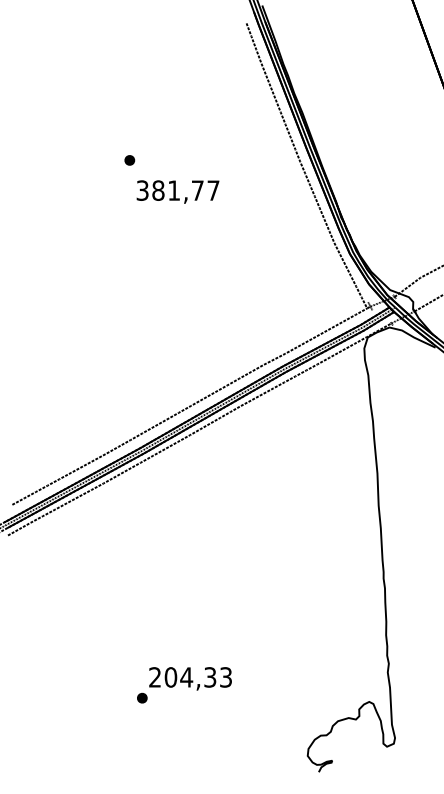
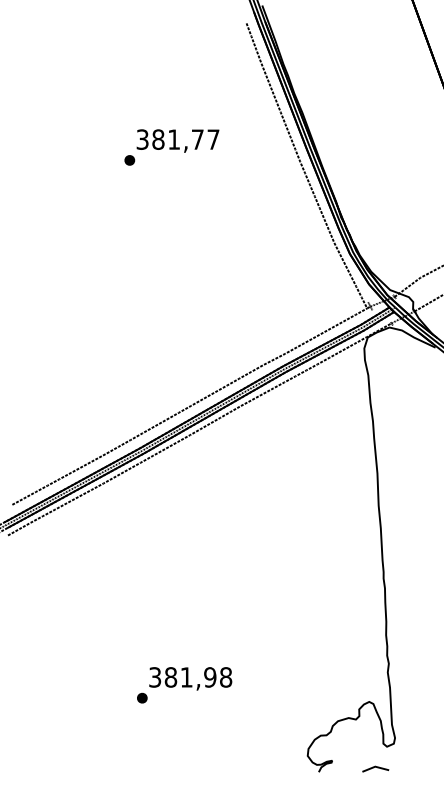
text at (177, 191) position: (177, 191) -> (177, 140)
text at (190, 677): 204,33 -> 381,98
line at (375, 767): none -> present
